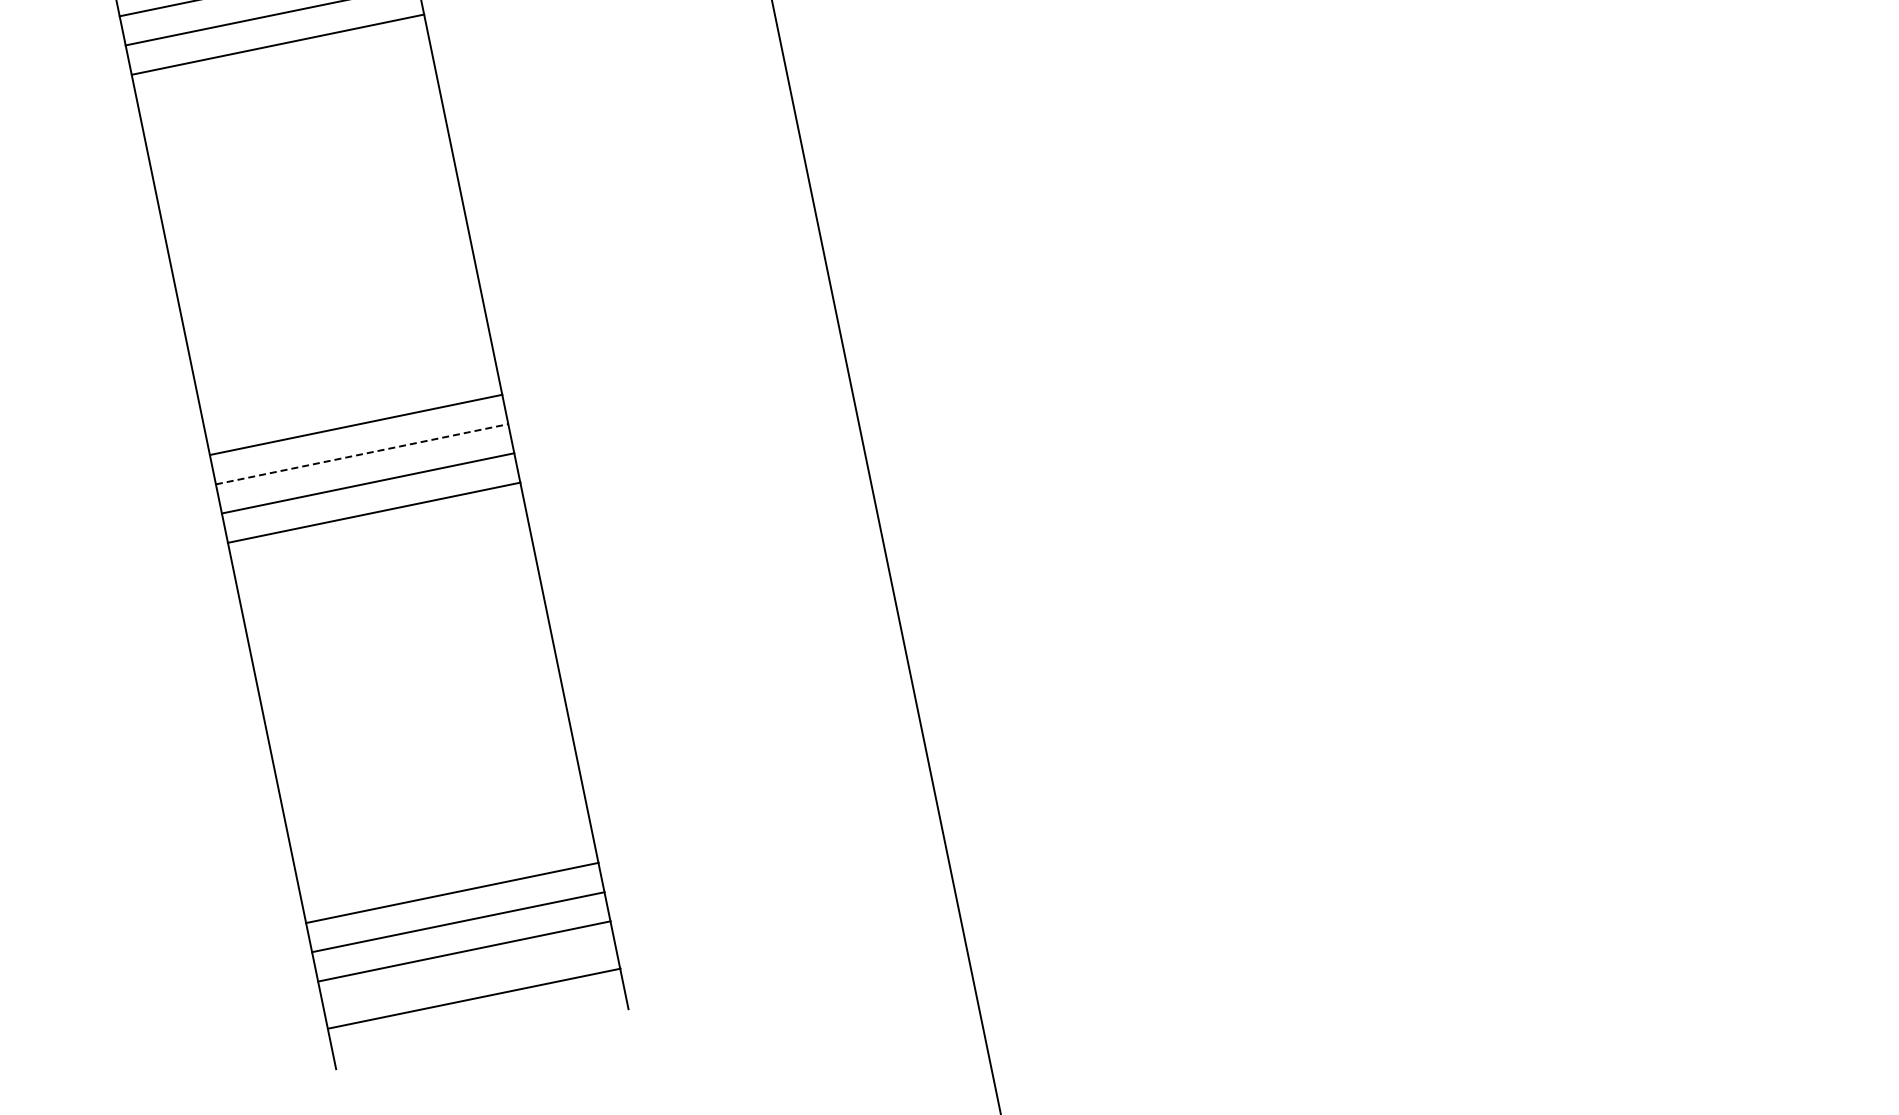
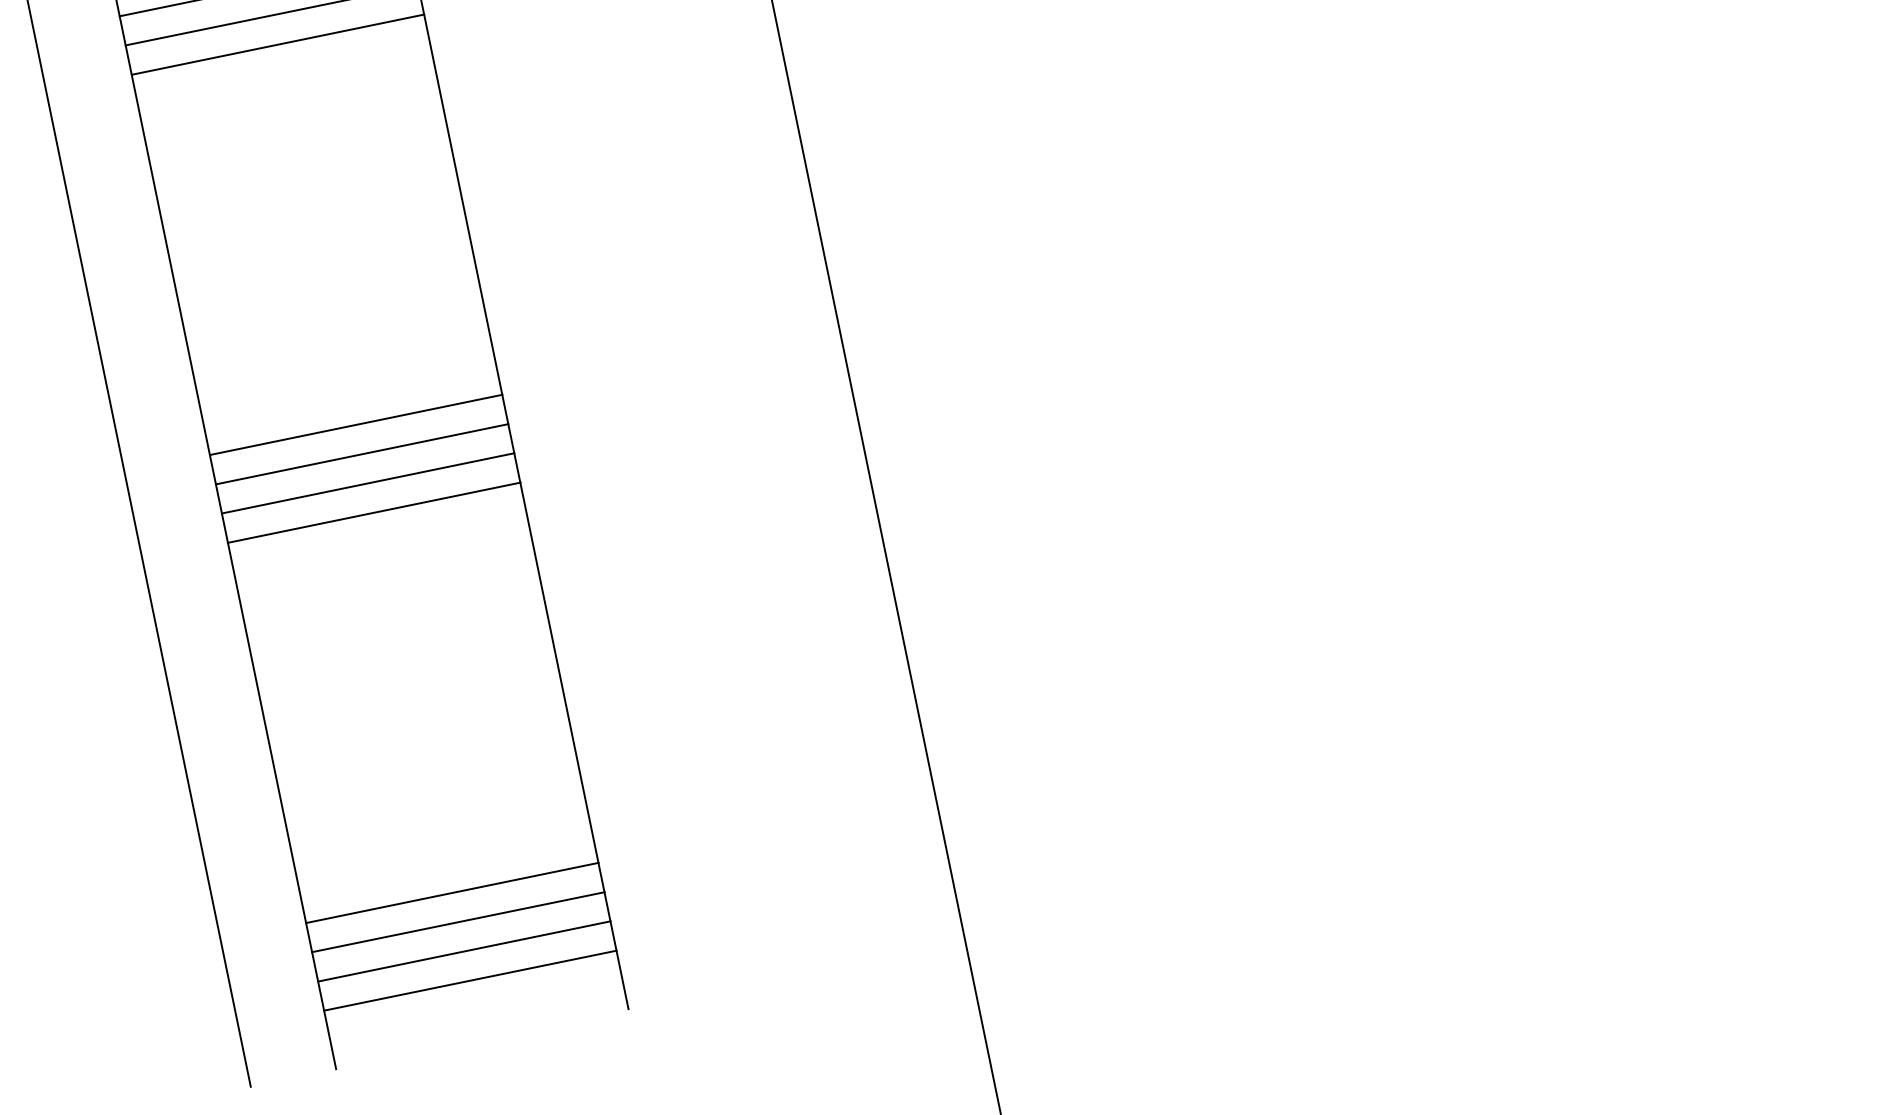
line at (362, 454): dashed -> solid
line at (138, 544): none -> present
line at (474, 998) position: (474, 998) -> (470, 980)
